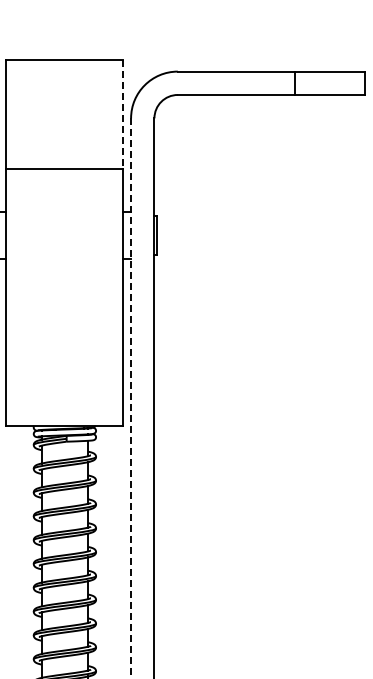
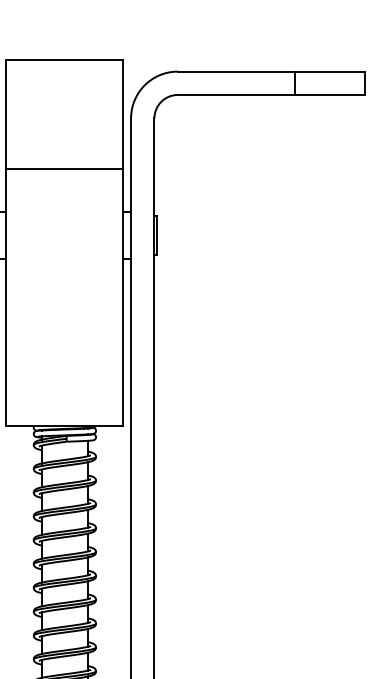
line at (123, 114): dashed -> solid
line at (131, 399): dashed -> solid
